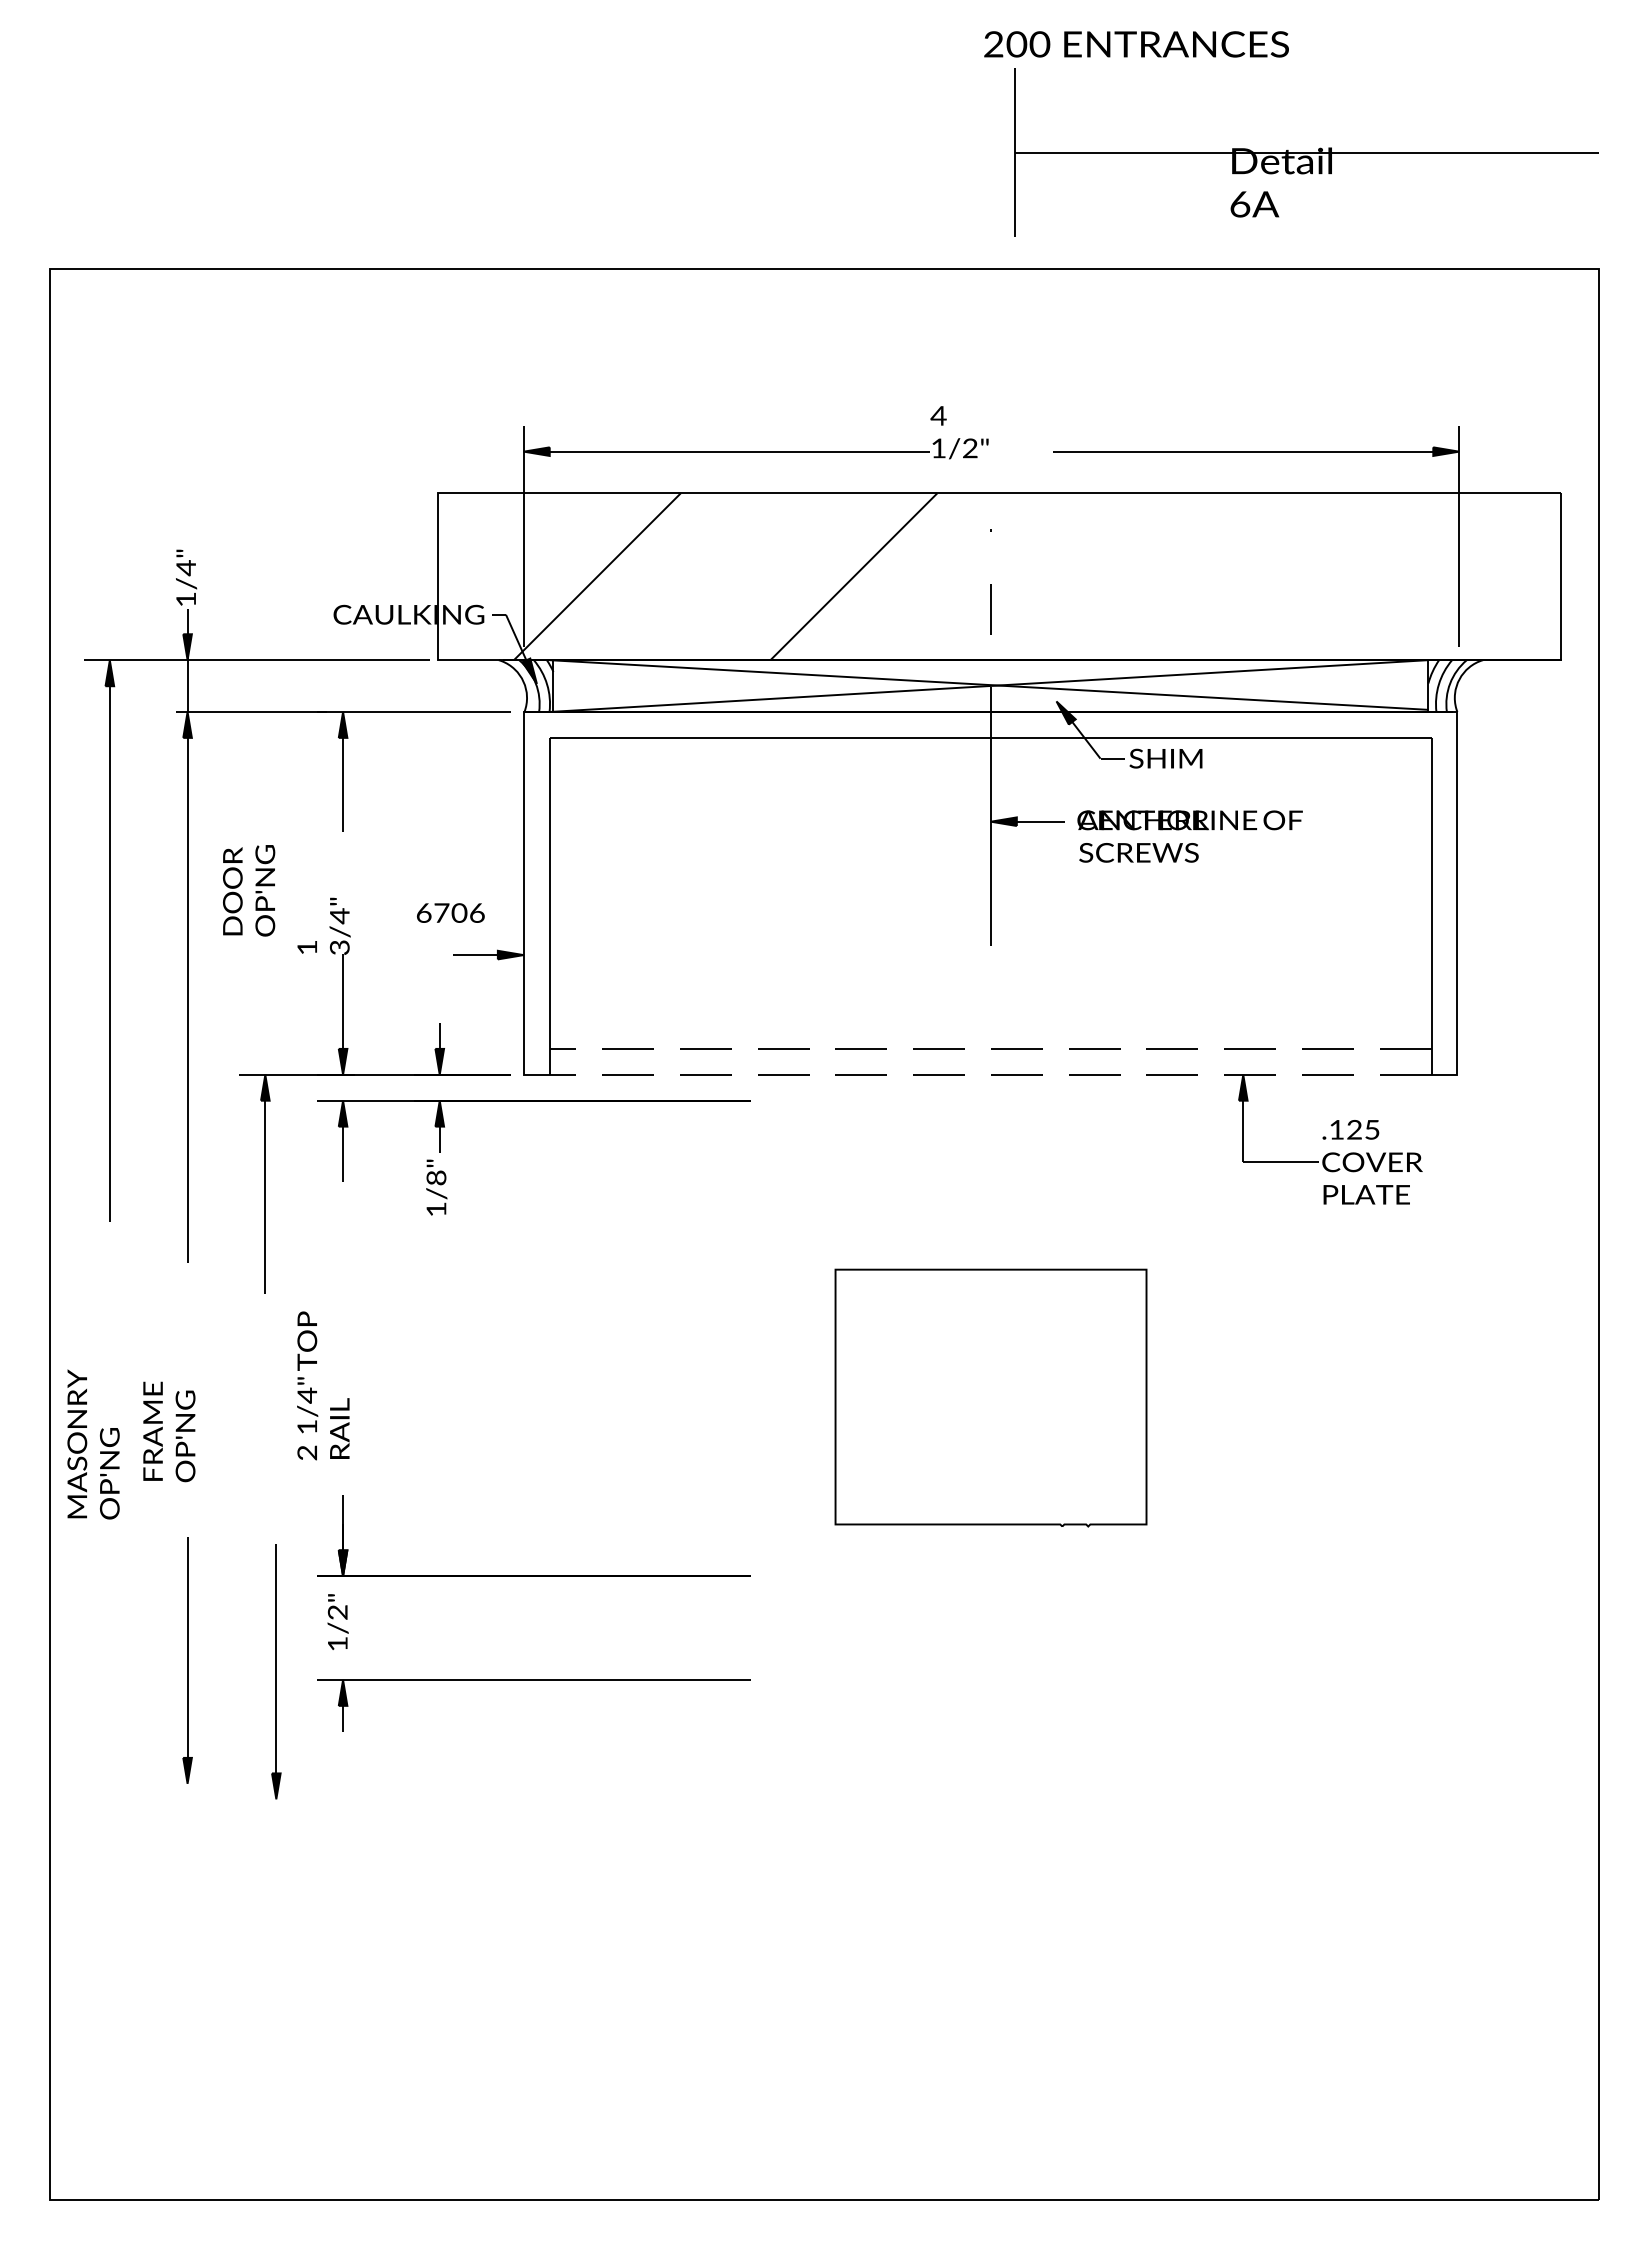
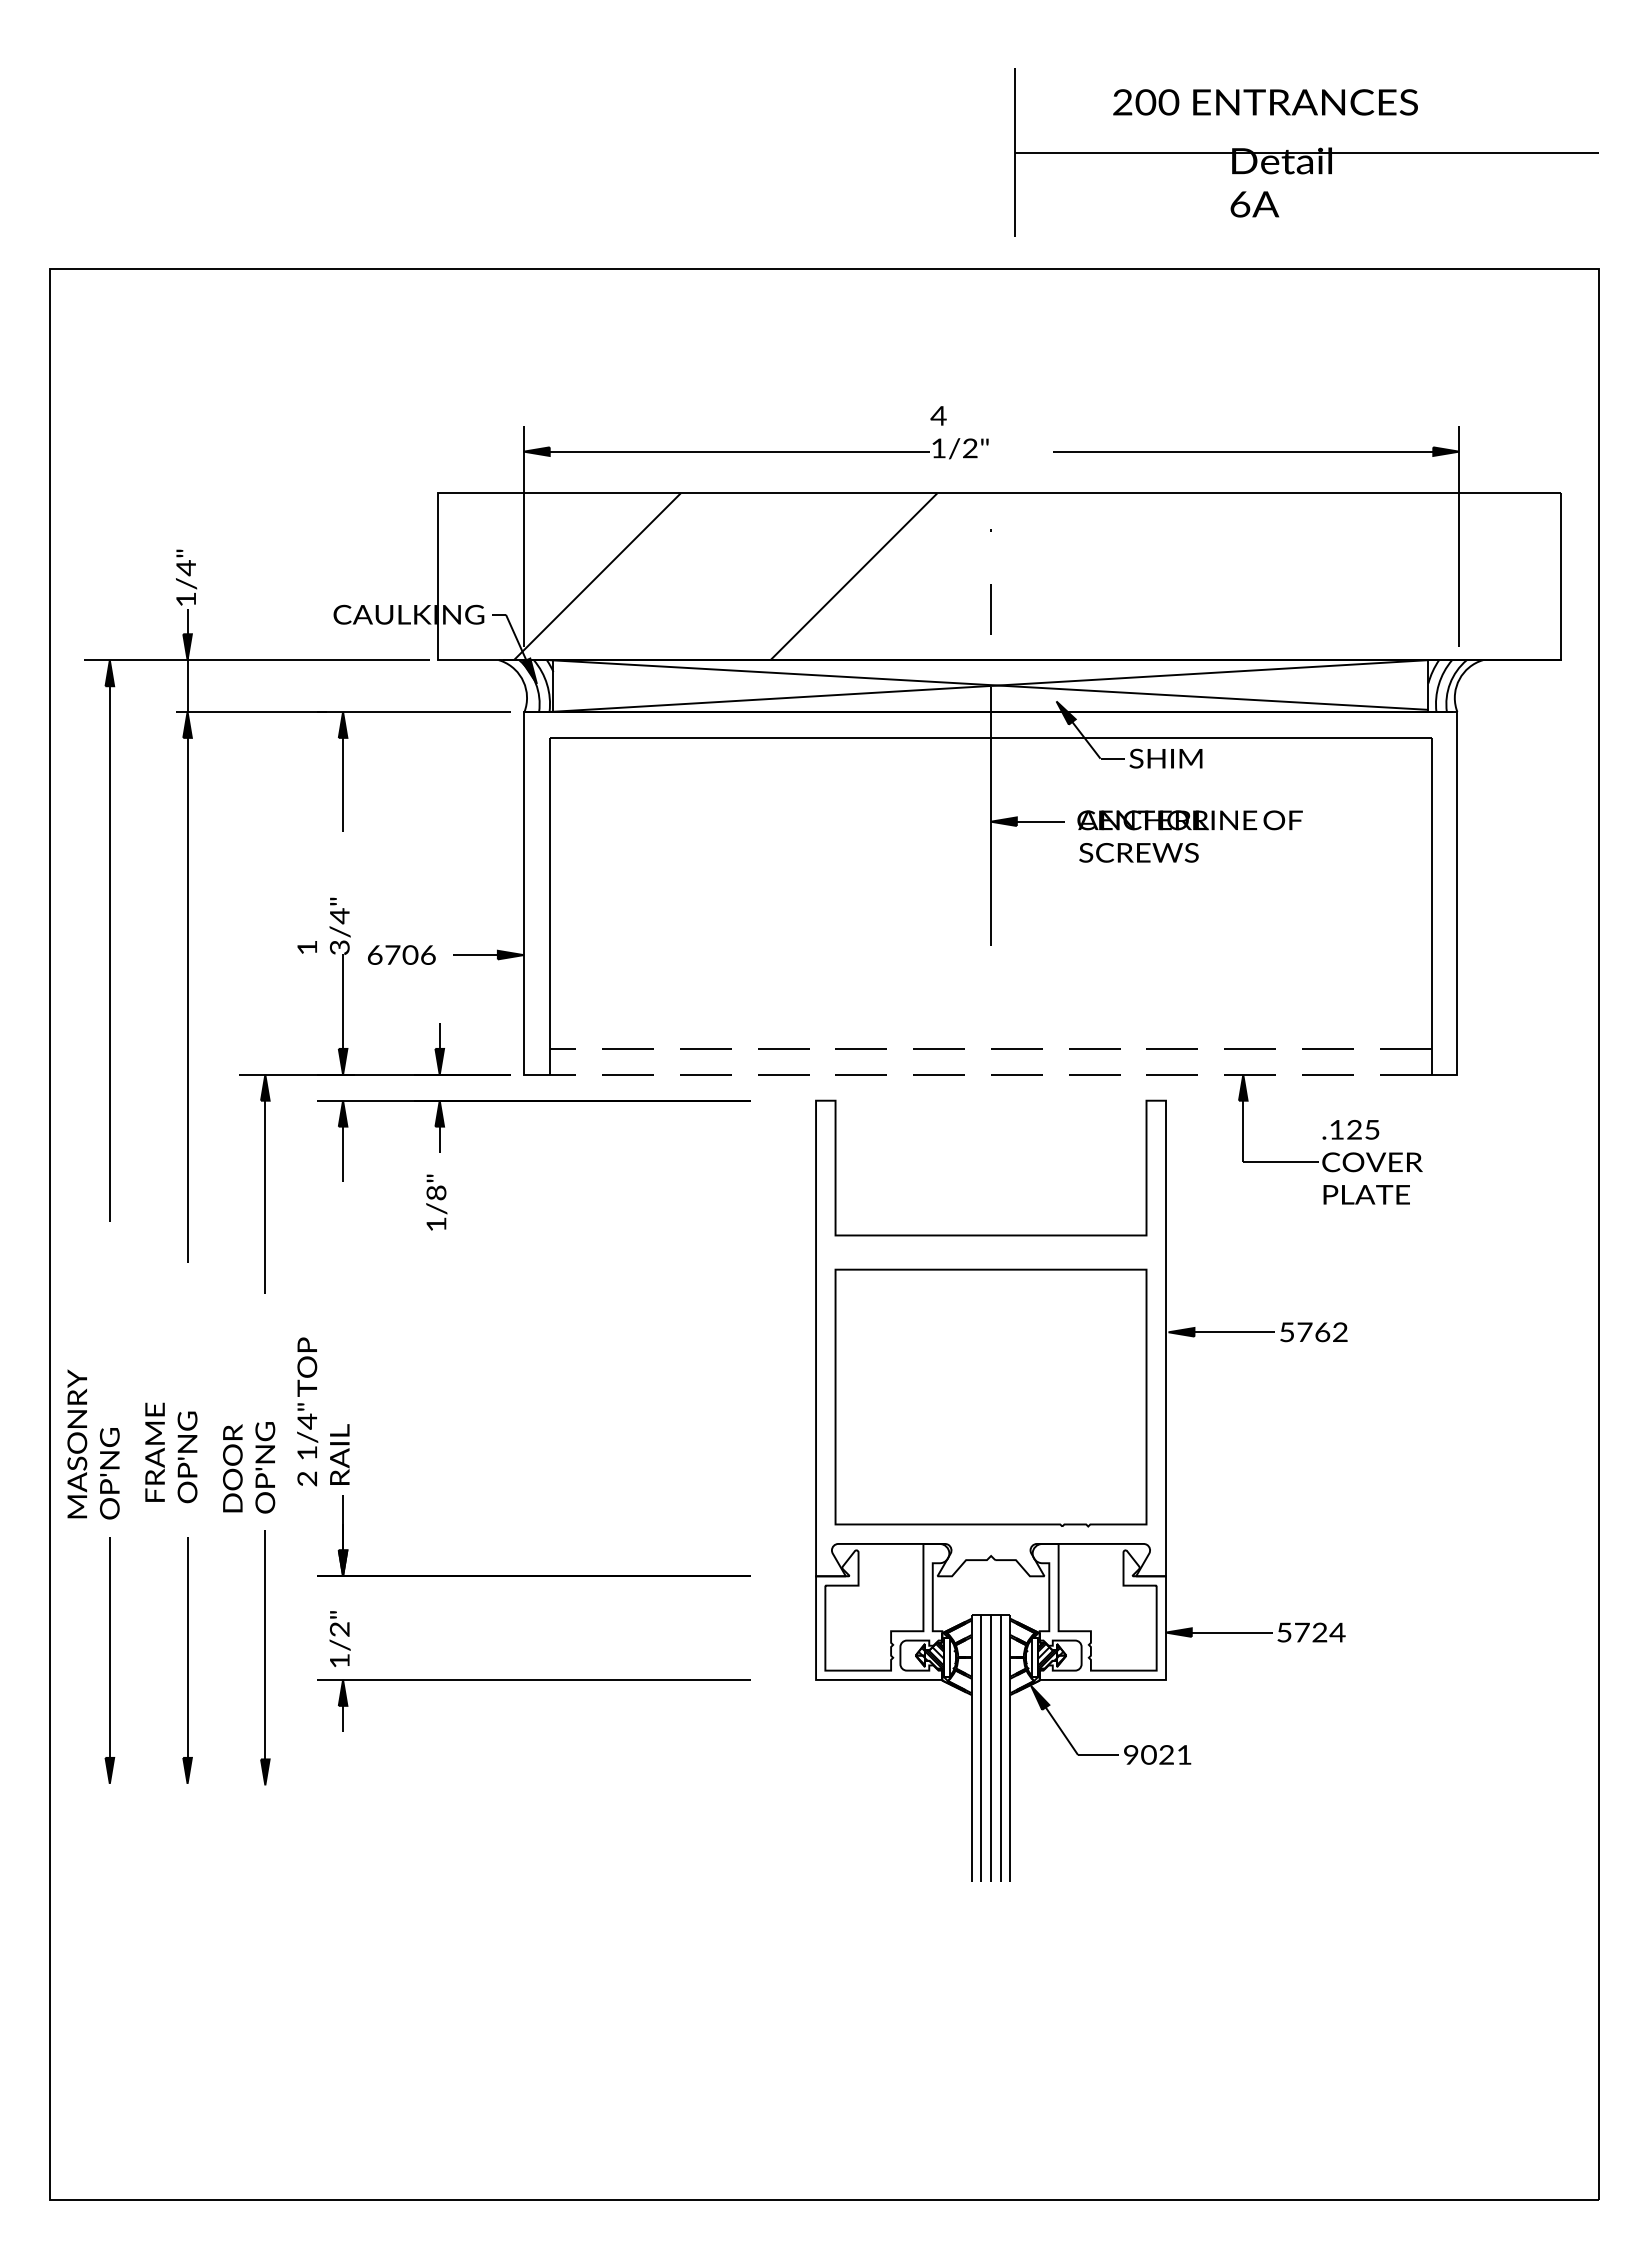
text at (1136, 44) position: (1136, 44) -> (1265, 102)
text at (249, 890) position: (249, 890) -> (249, 1467)
text at (450, 912) position: (450, 912) -> (401, 954)
text at (436, 1187) position: (436, 1187) -> (436, 1202)
text at (323, 1385) position: (323, 1385) -> (323, 1411)
text at (169, 1431) position: (169, 1431) -> (171, 1452)
part at (1081, 1490): none -> present
text at (337, 1621) position: (337, 1621) -> (339, 1638)
part at (109, 1660): none -> present
part at (276, 1671) position: (276, 1671) -> (265, 1657)
